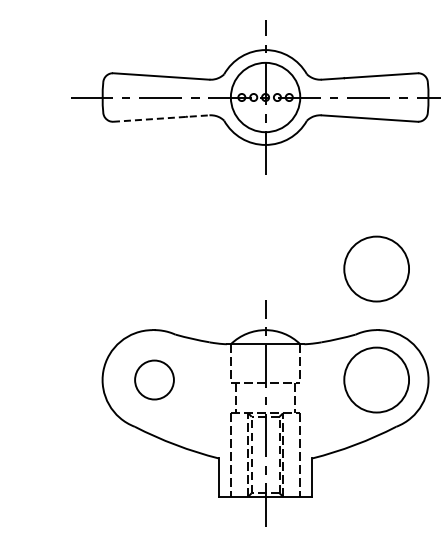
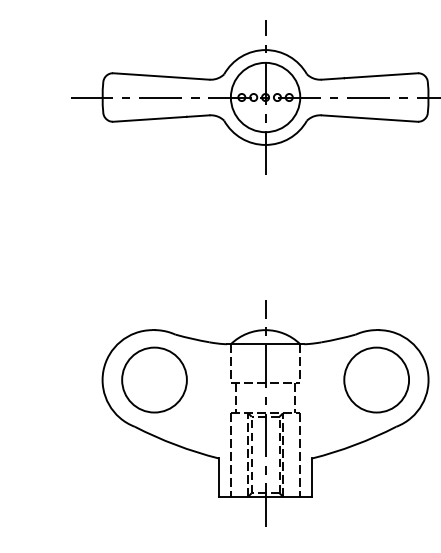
line at (161, 118): dashed -> solid
part at (376, 268): present -> none
part at (154, 379) size: 41x42 px -> 67x68 px
